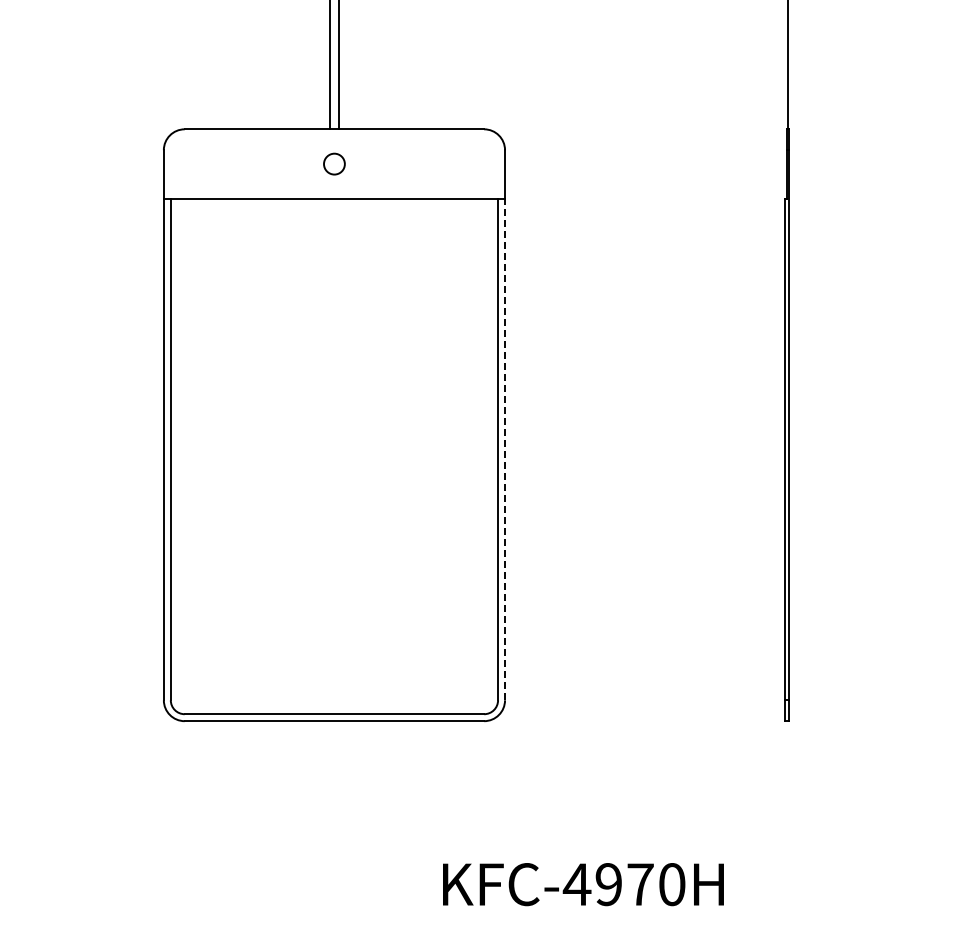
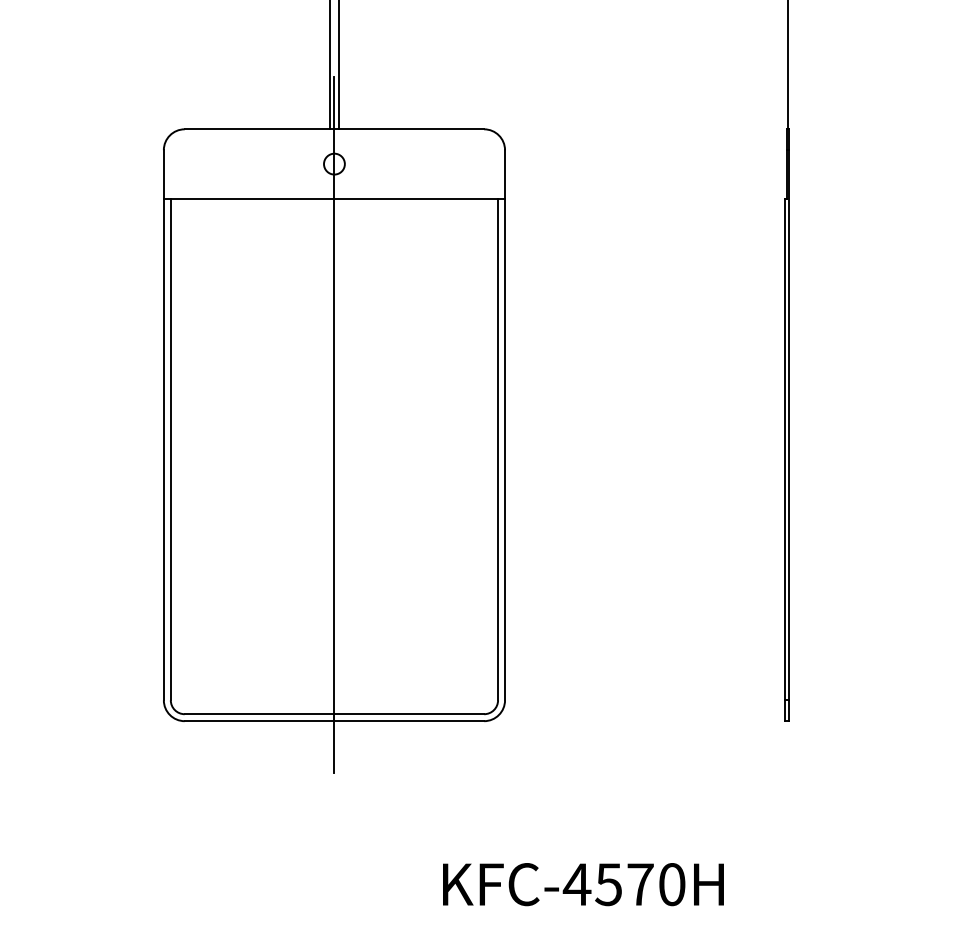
line at (334, 425): none -> present
line at (505, 449): dashed -> solid
text at (608, 884): KFC-4970H -> KFC-4570H
